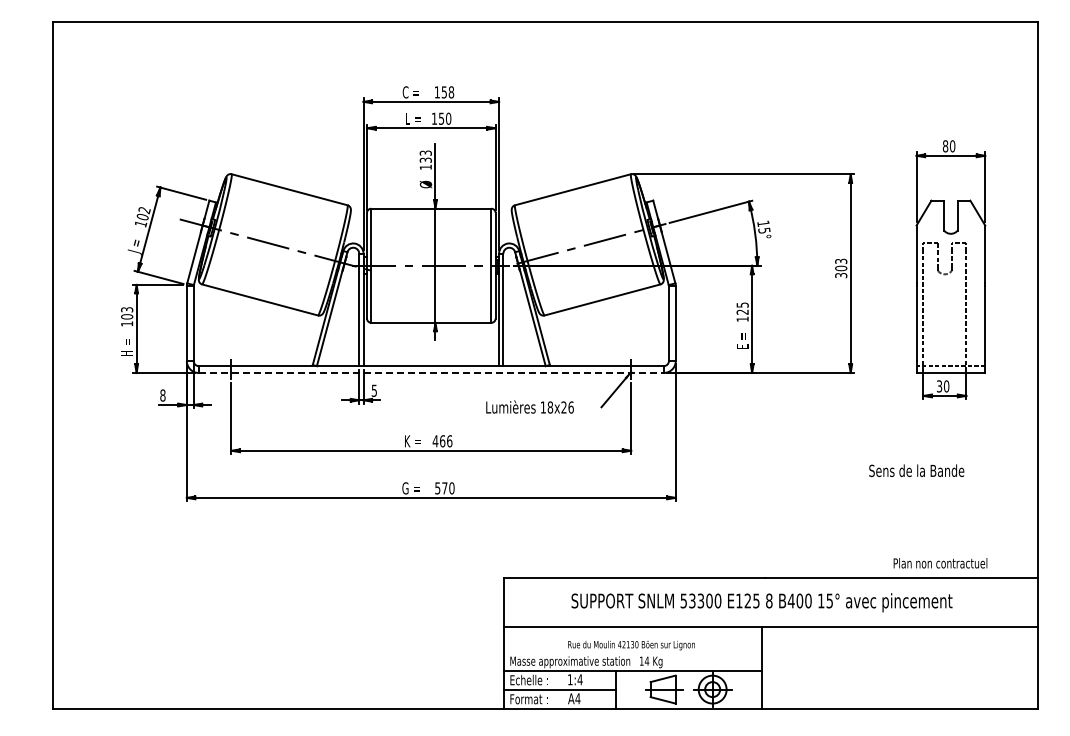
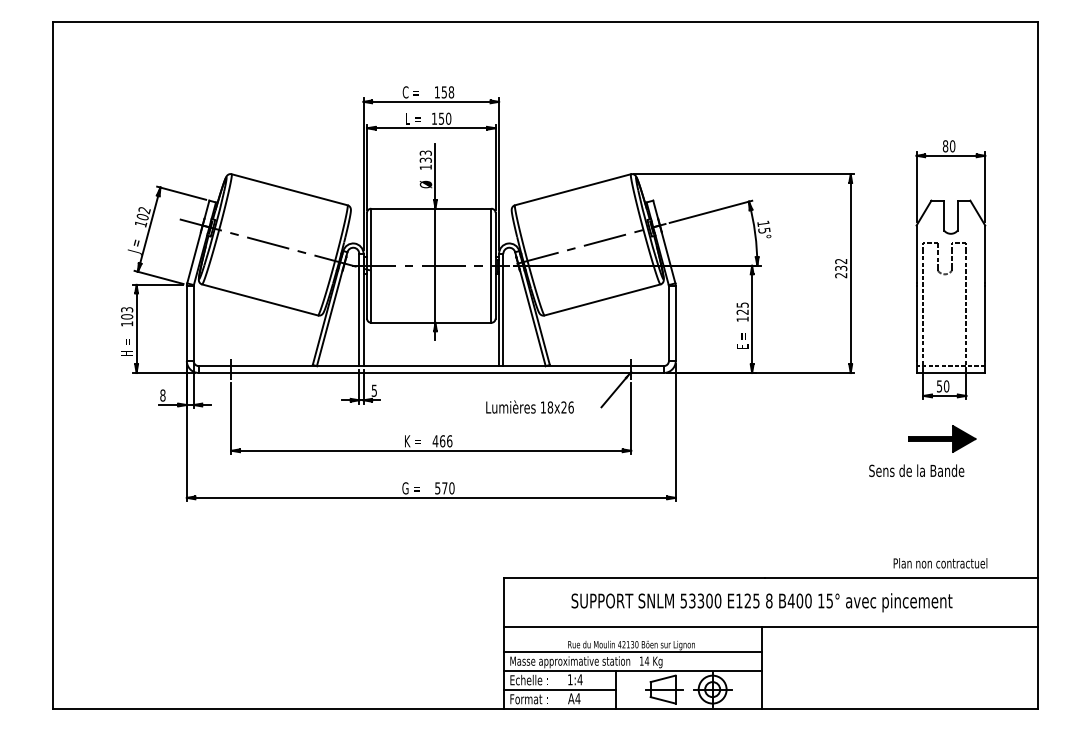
text at (841, 268): 303 -> 232
line at (431, 373): dashed -> solid
text at (939, 385): 30 -> 50
part at (942, 438): none -> present
line at (632, 652): none -> present
